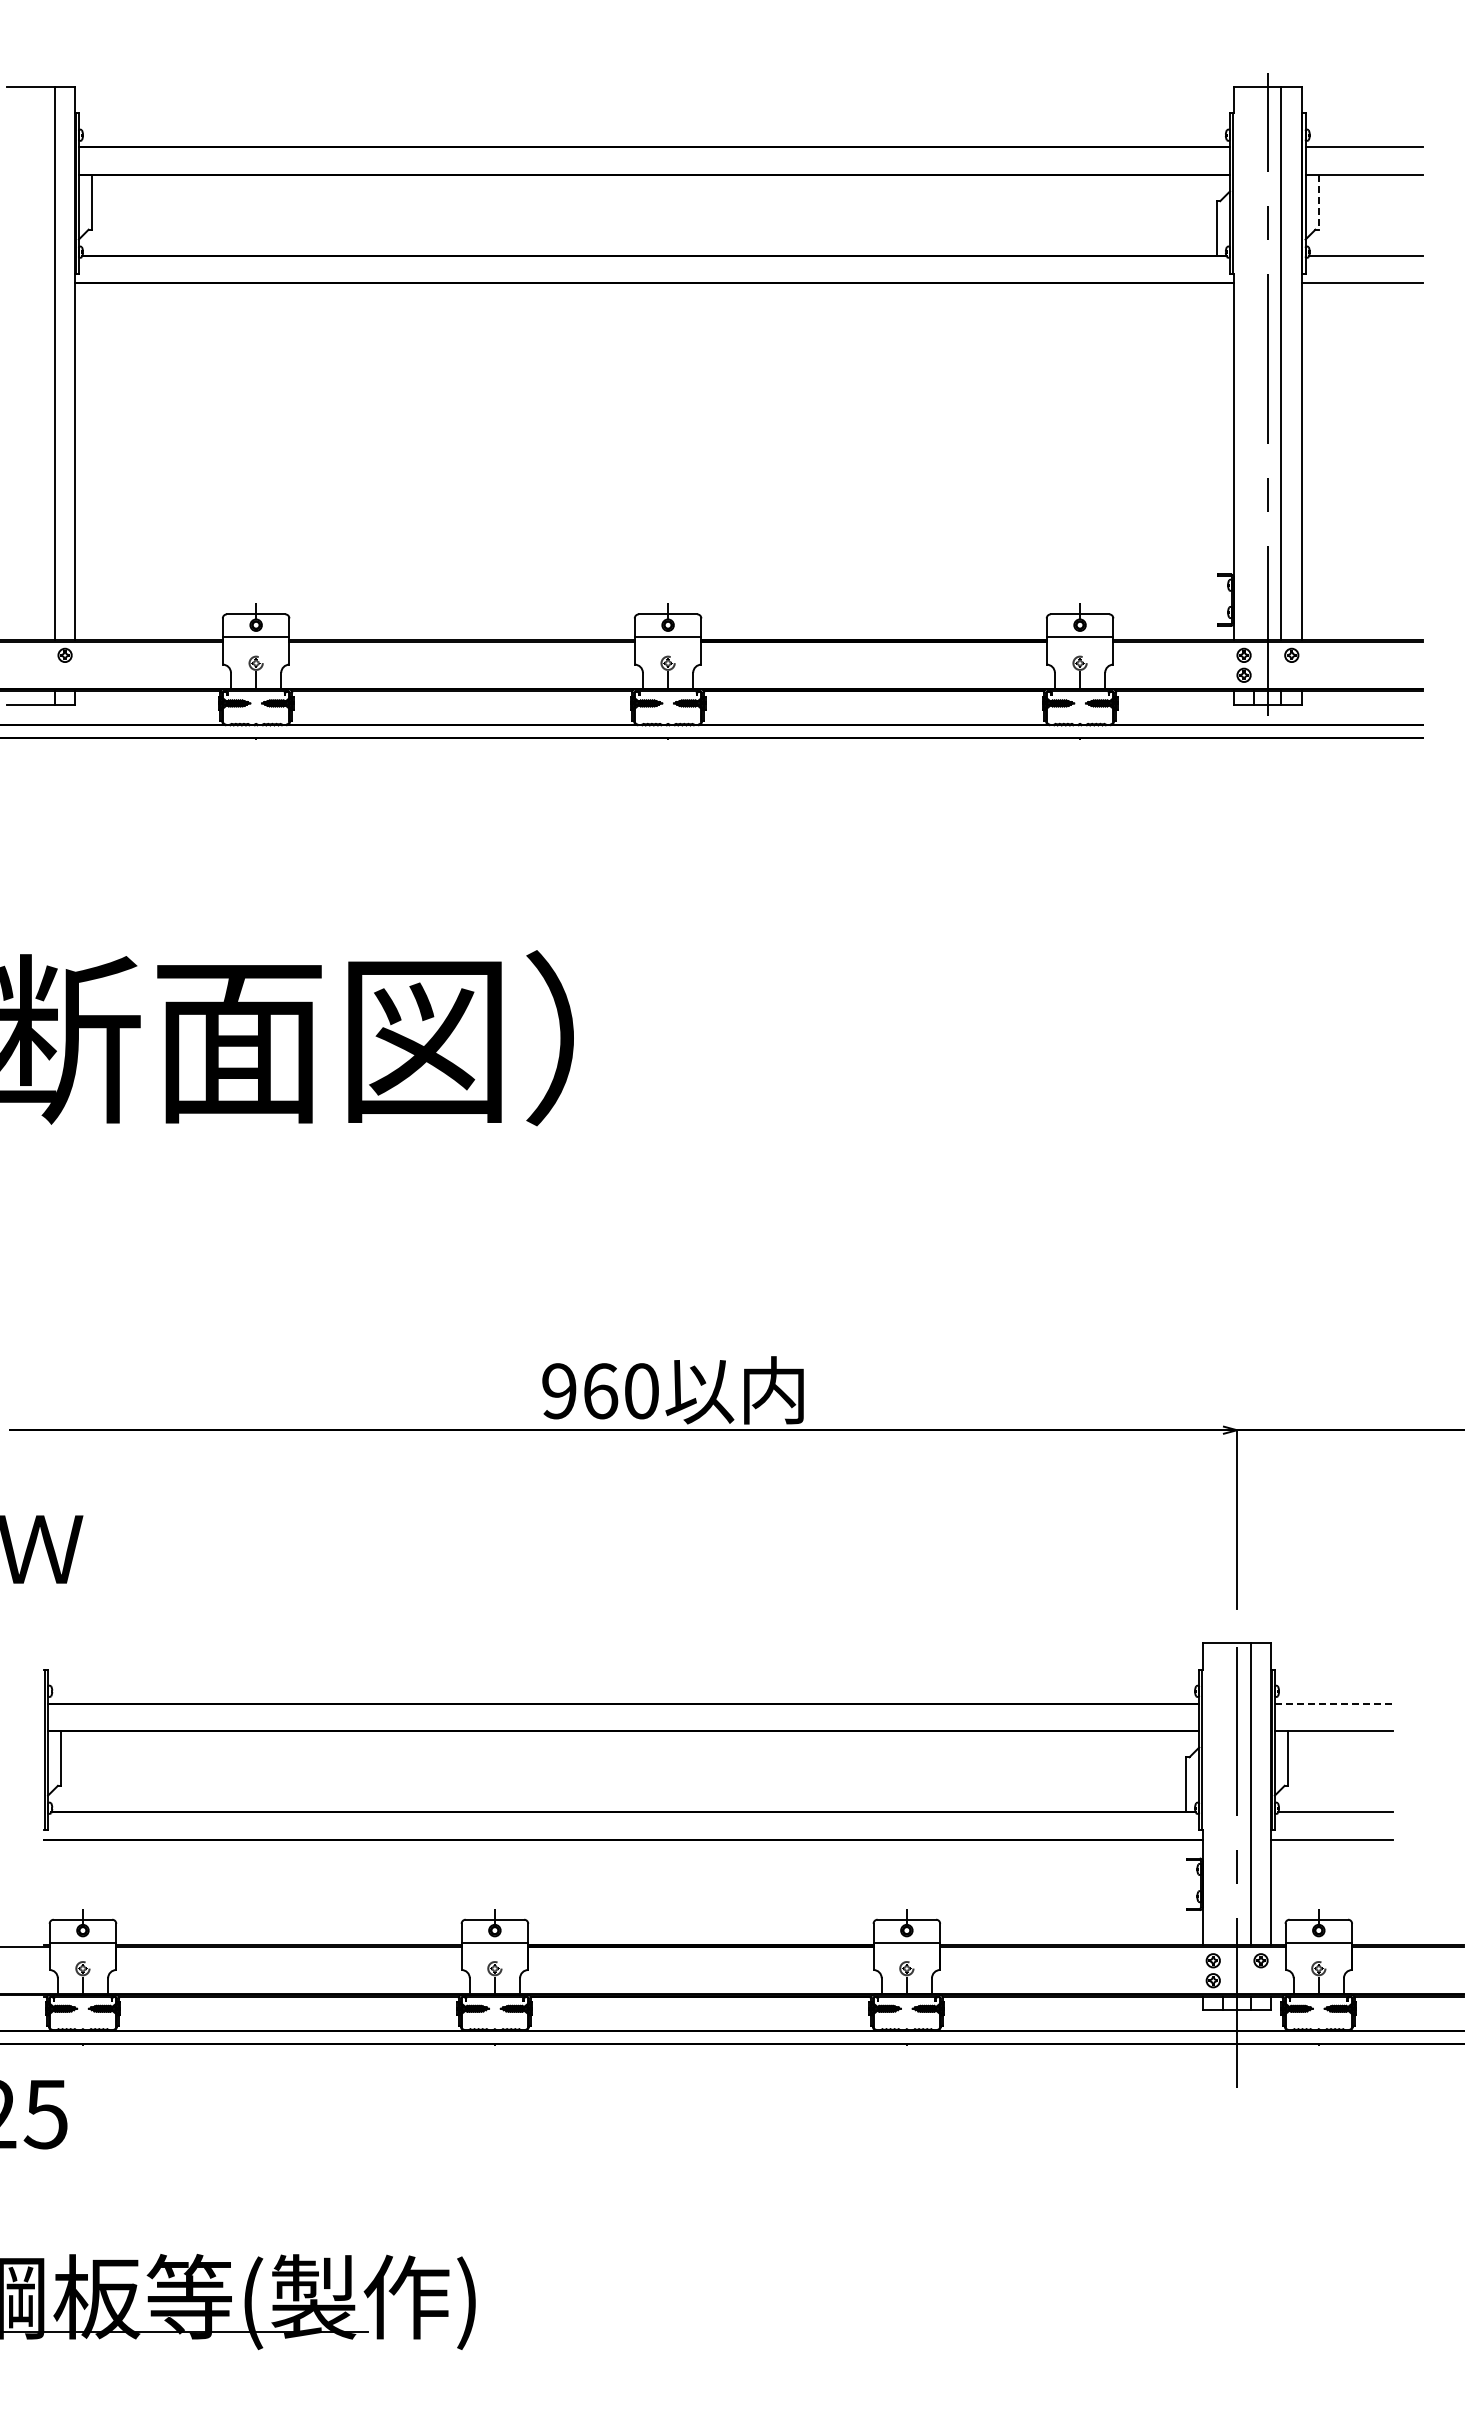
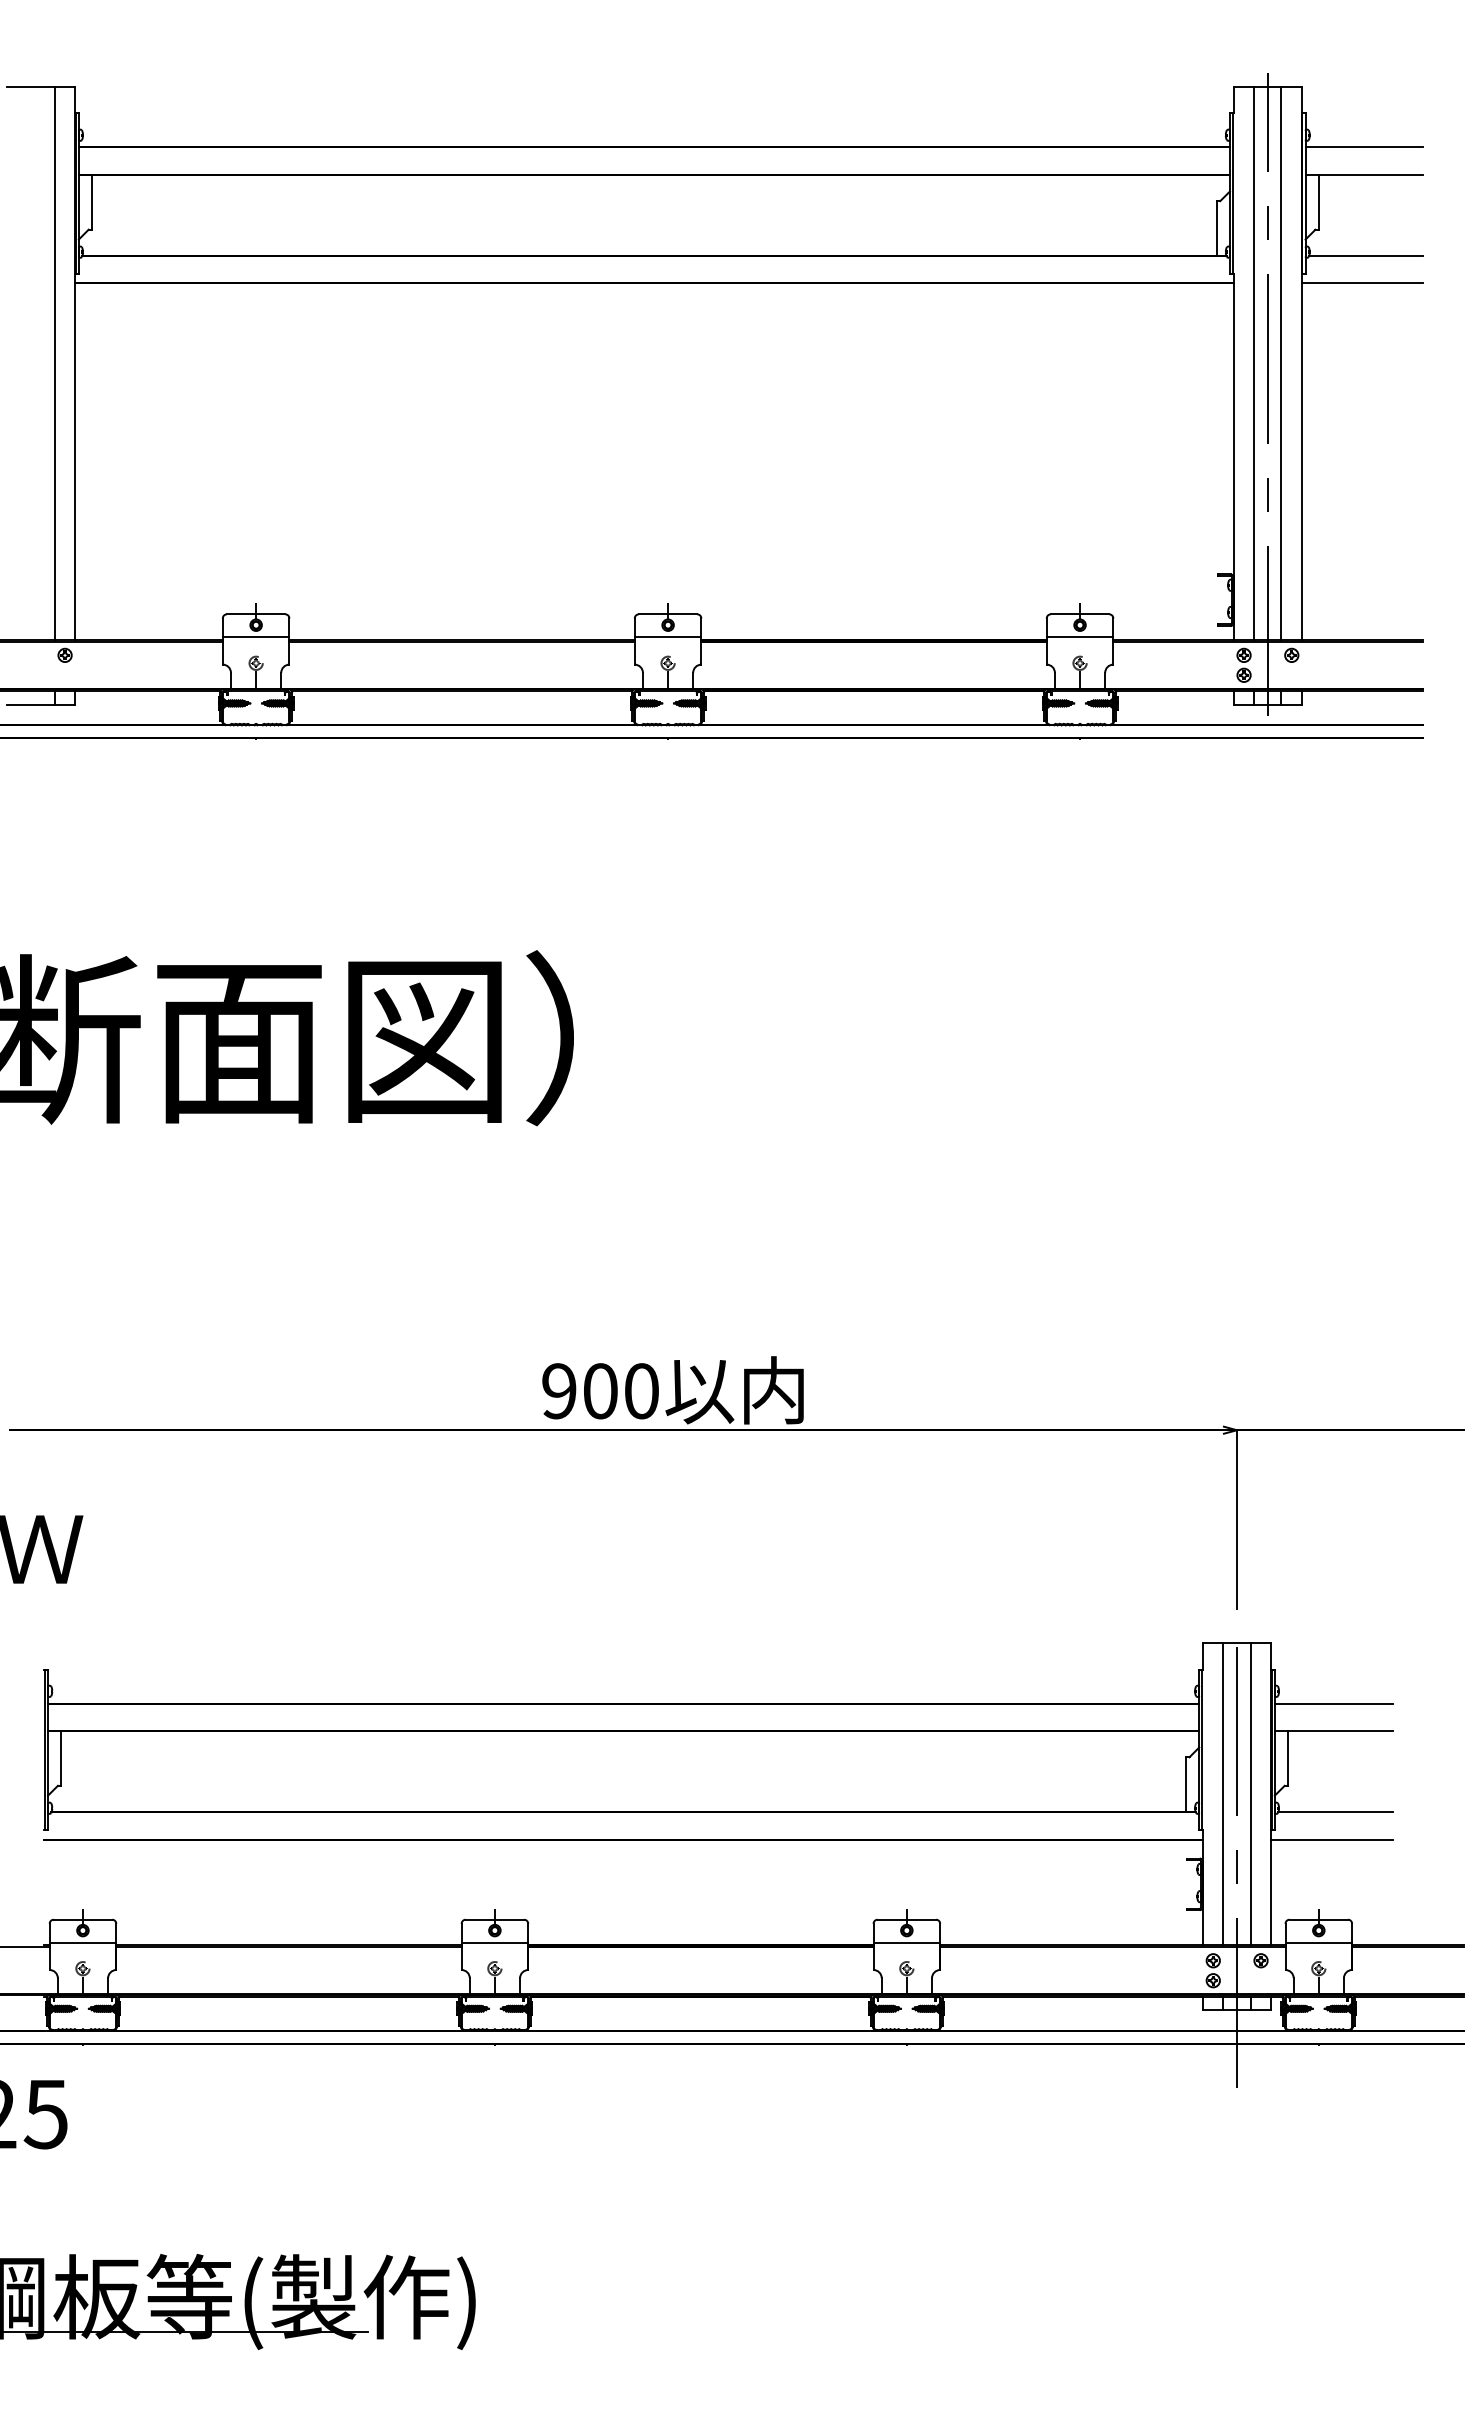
line at (1318, 202): dashed -> solid
line at (1254, 362): none -> present
text at (601, 1391): 960 -> 900
line at (1333, 1703): dashed -> solid
line at (1223, 1793): none -> present
